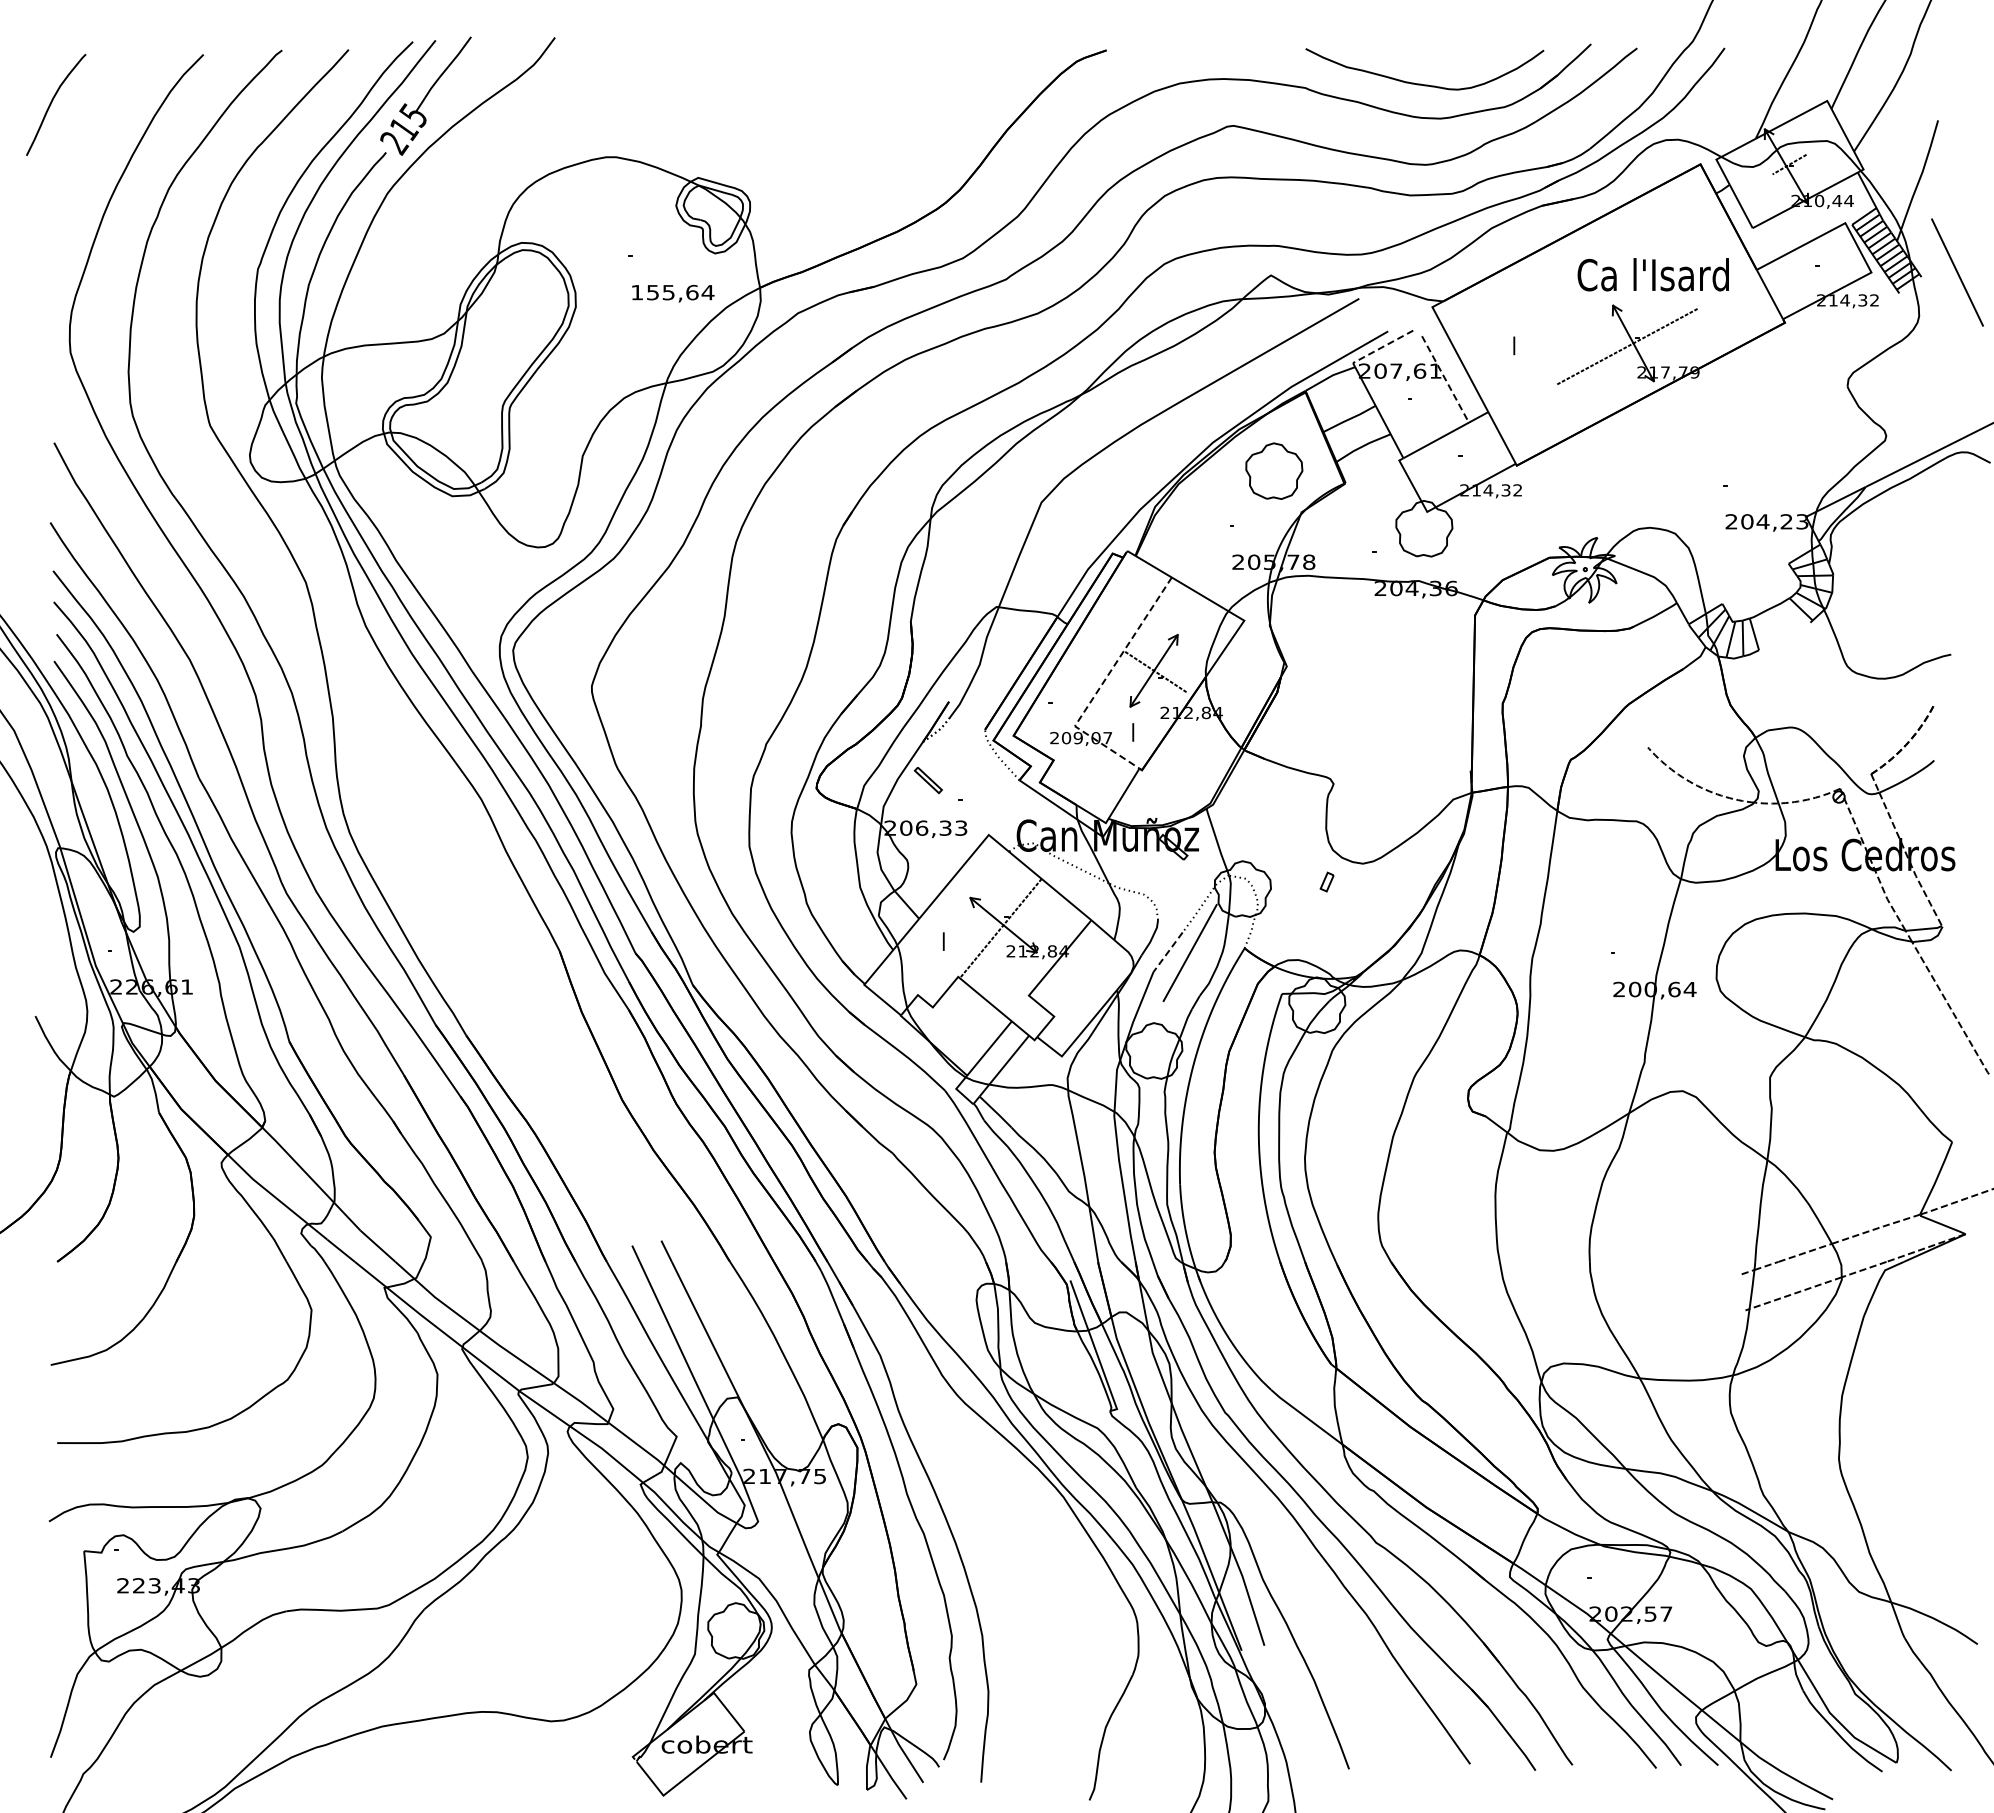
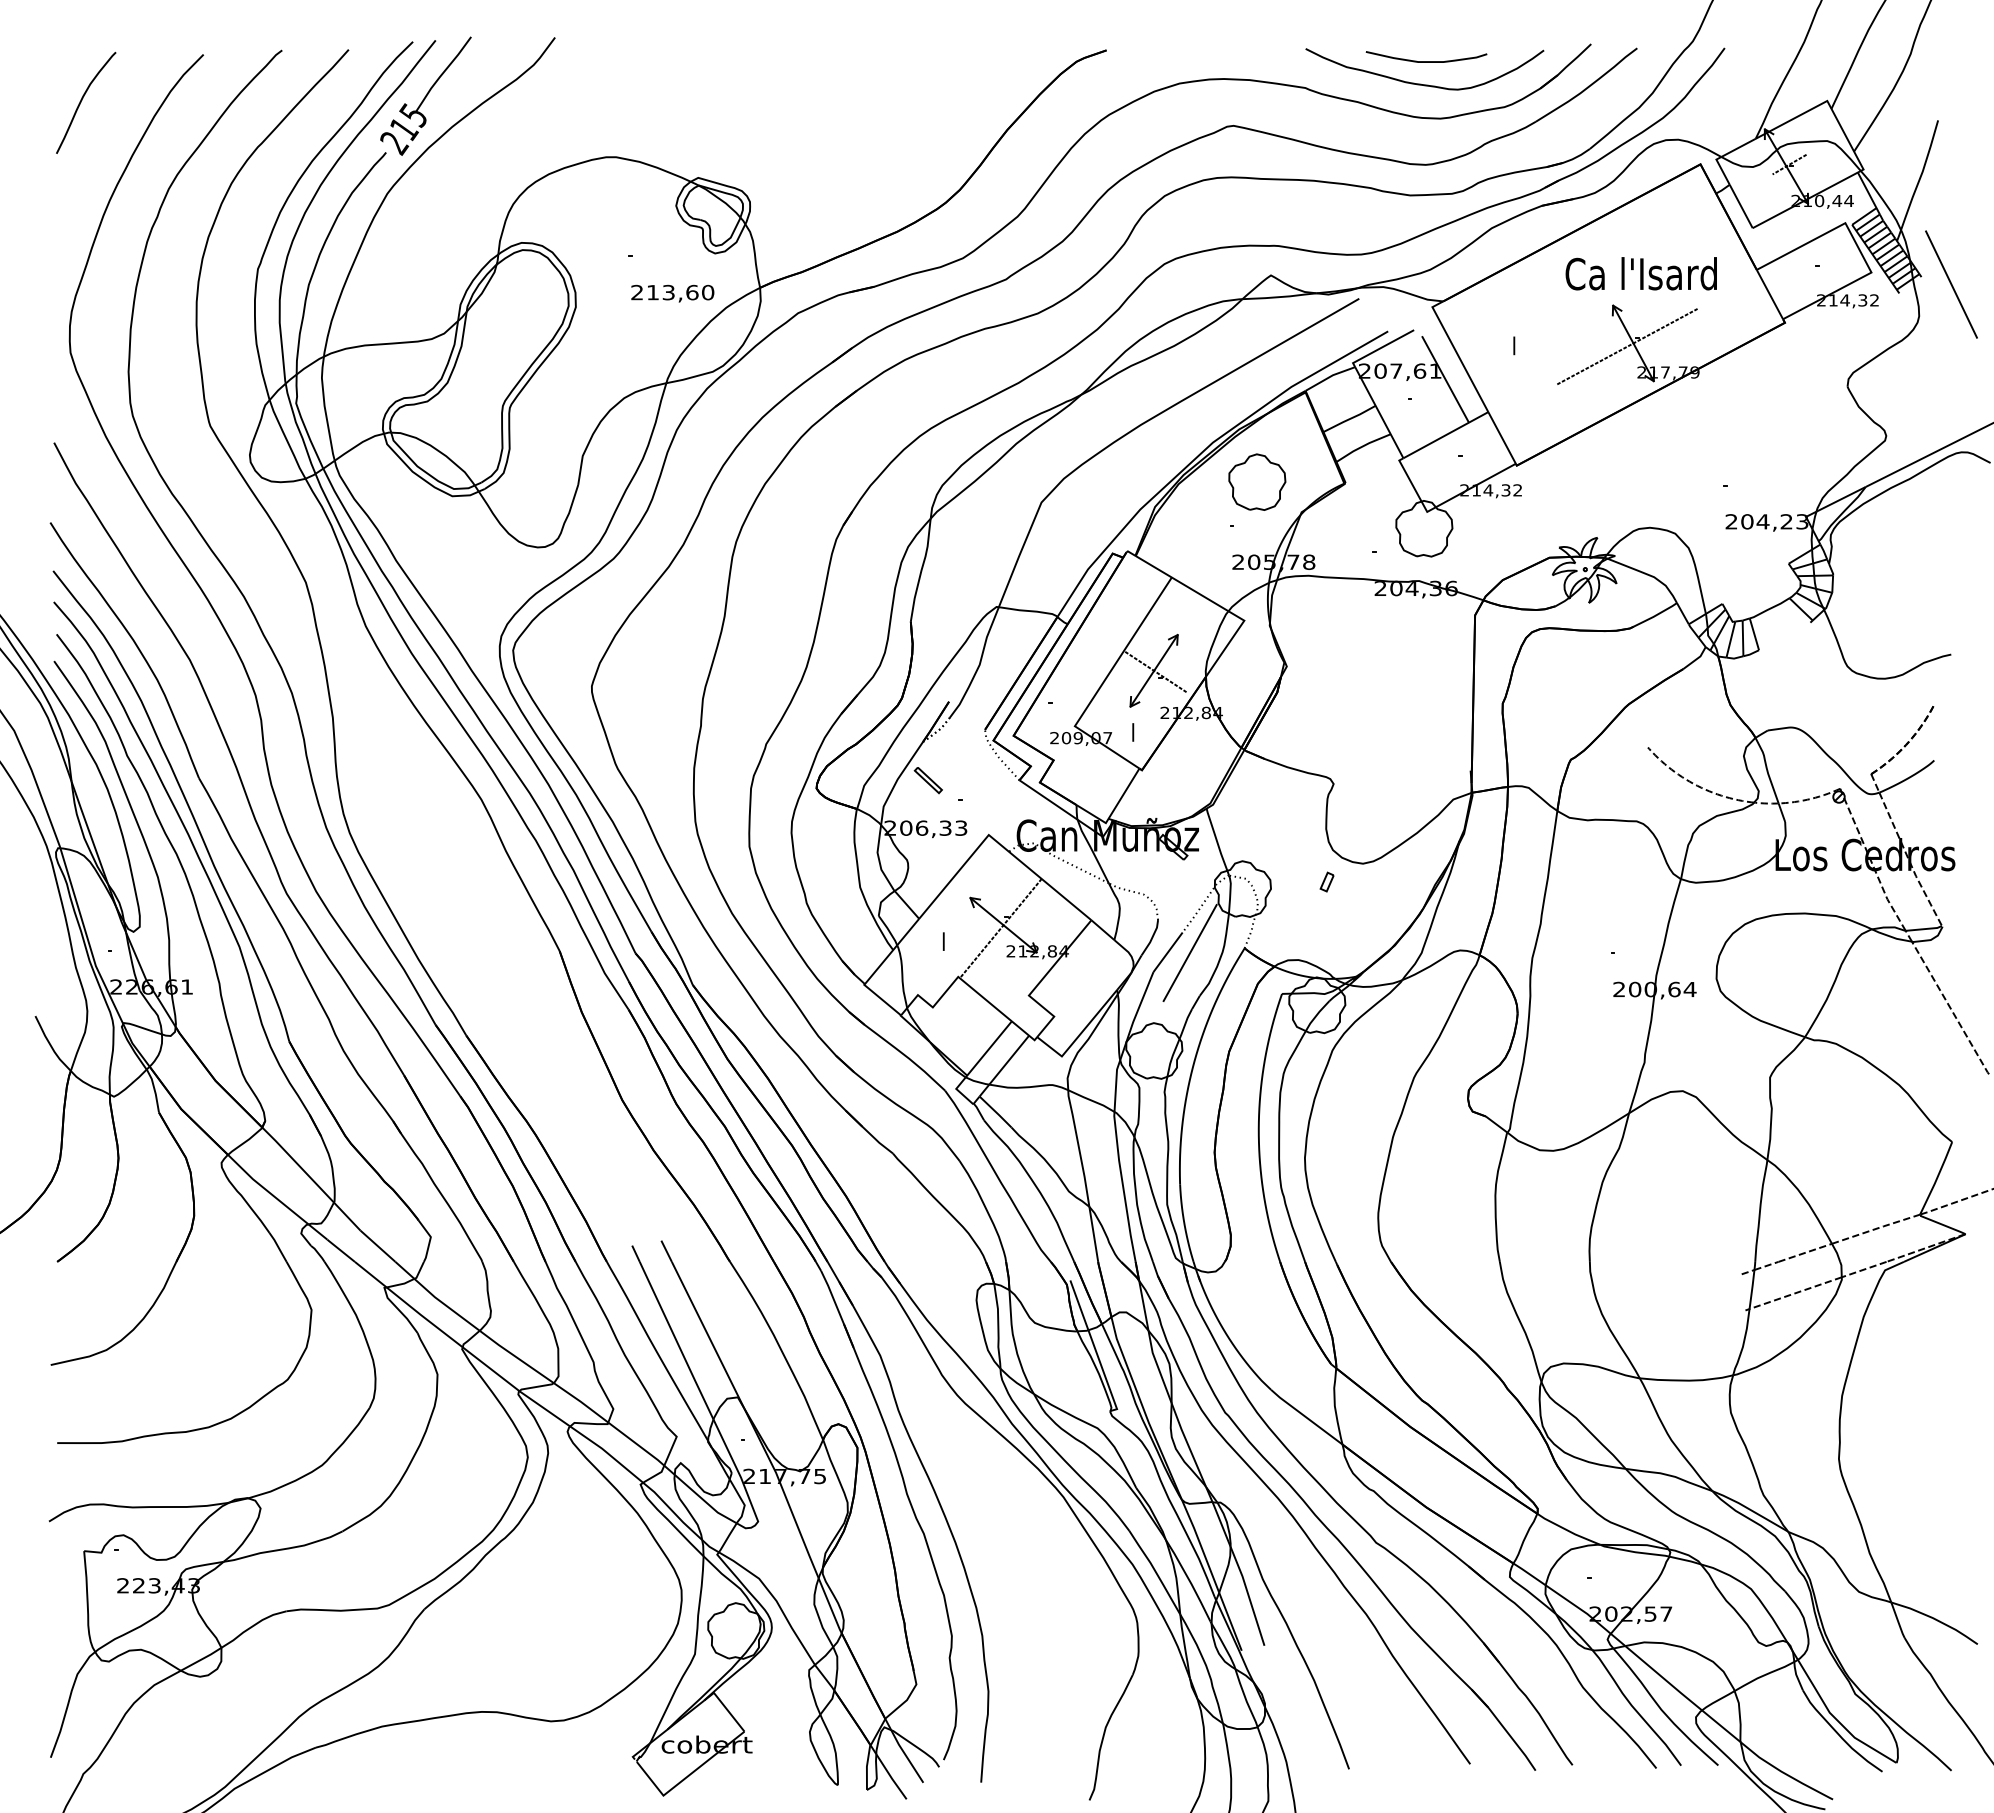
curve at (1426, 61): none -> present
curve at (52, 102) position: (52, 102) -> (82, 100)
line at (1957, 272) position: (1957, 272) -> (1951, 284)
text at (1652, 274) position: (1652, 274) -> (1640, 273)
text at (672, 292): 155,64 -> 213,60
line at (1380, 348): dashed -> solid
line at (1445, 379): dashed -> solid
part at (1274, 470) position: (1274, 470) -> (1257, 481)
line at (1101, 685): dashed -> solid
line at (1168, 952): dashed -> solid
